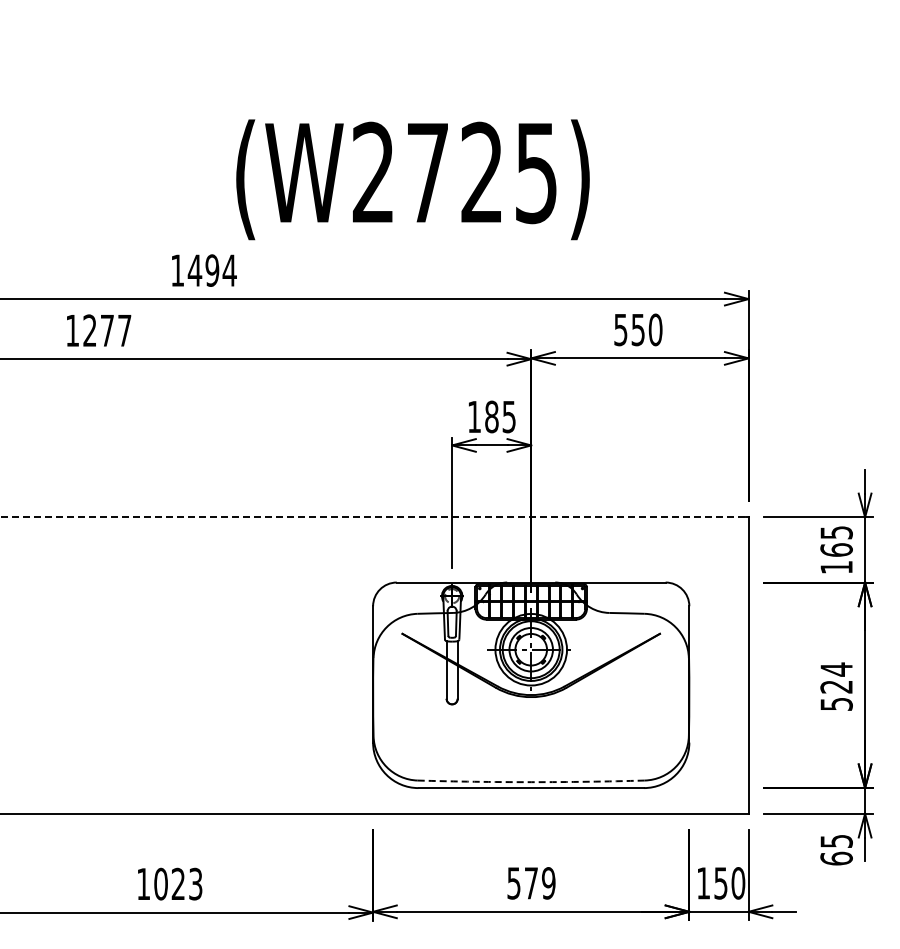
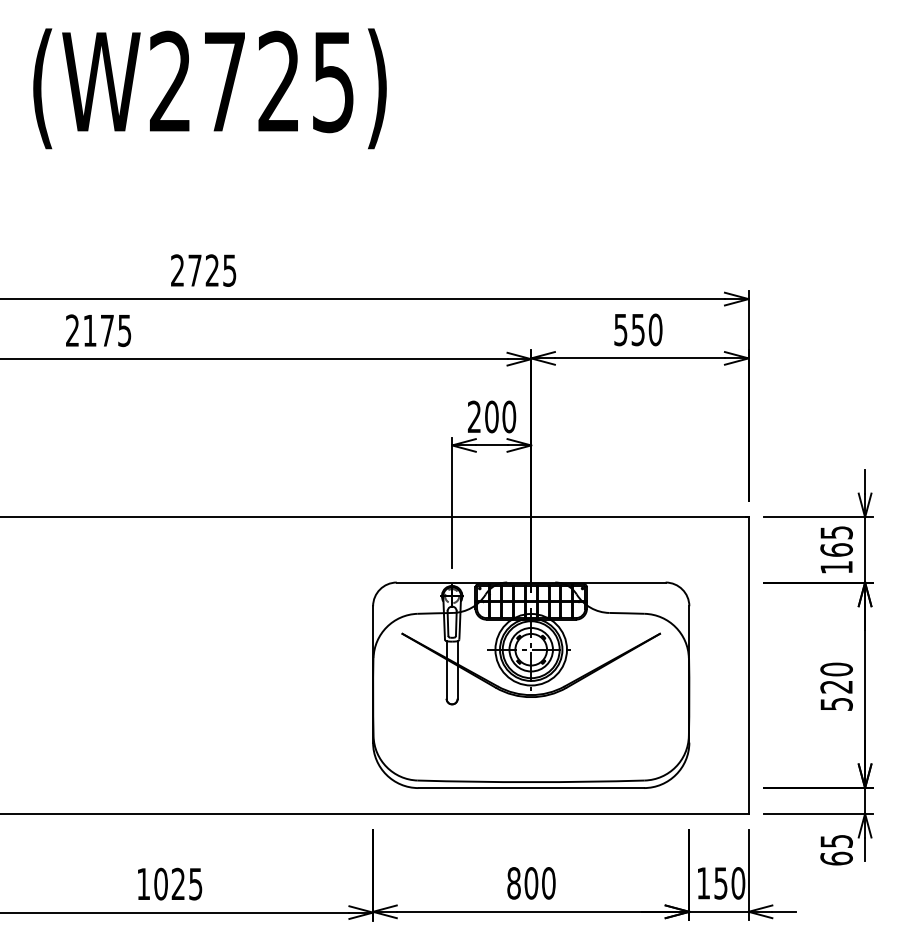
text at (412, 179) position: (412, 179) -> (209, 88)
text at (203, 270): 1494 -> 2725
text at (98, 330): 1277 -> 2175
text at (491, 416): 185 -> 200
line at (374, 517): dashed -> solid
text at (836, 669): 524 -> 520
arc at (531, 782): dashed -> solid
text at (195, 883): 1023 -> 1025
text at (531, 883): 579 -> 800
